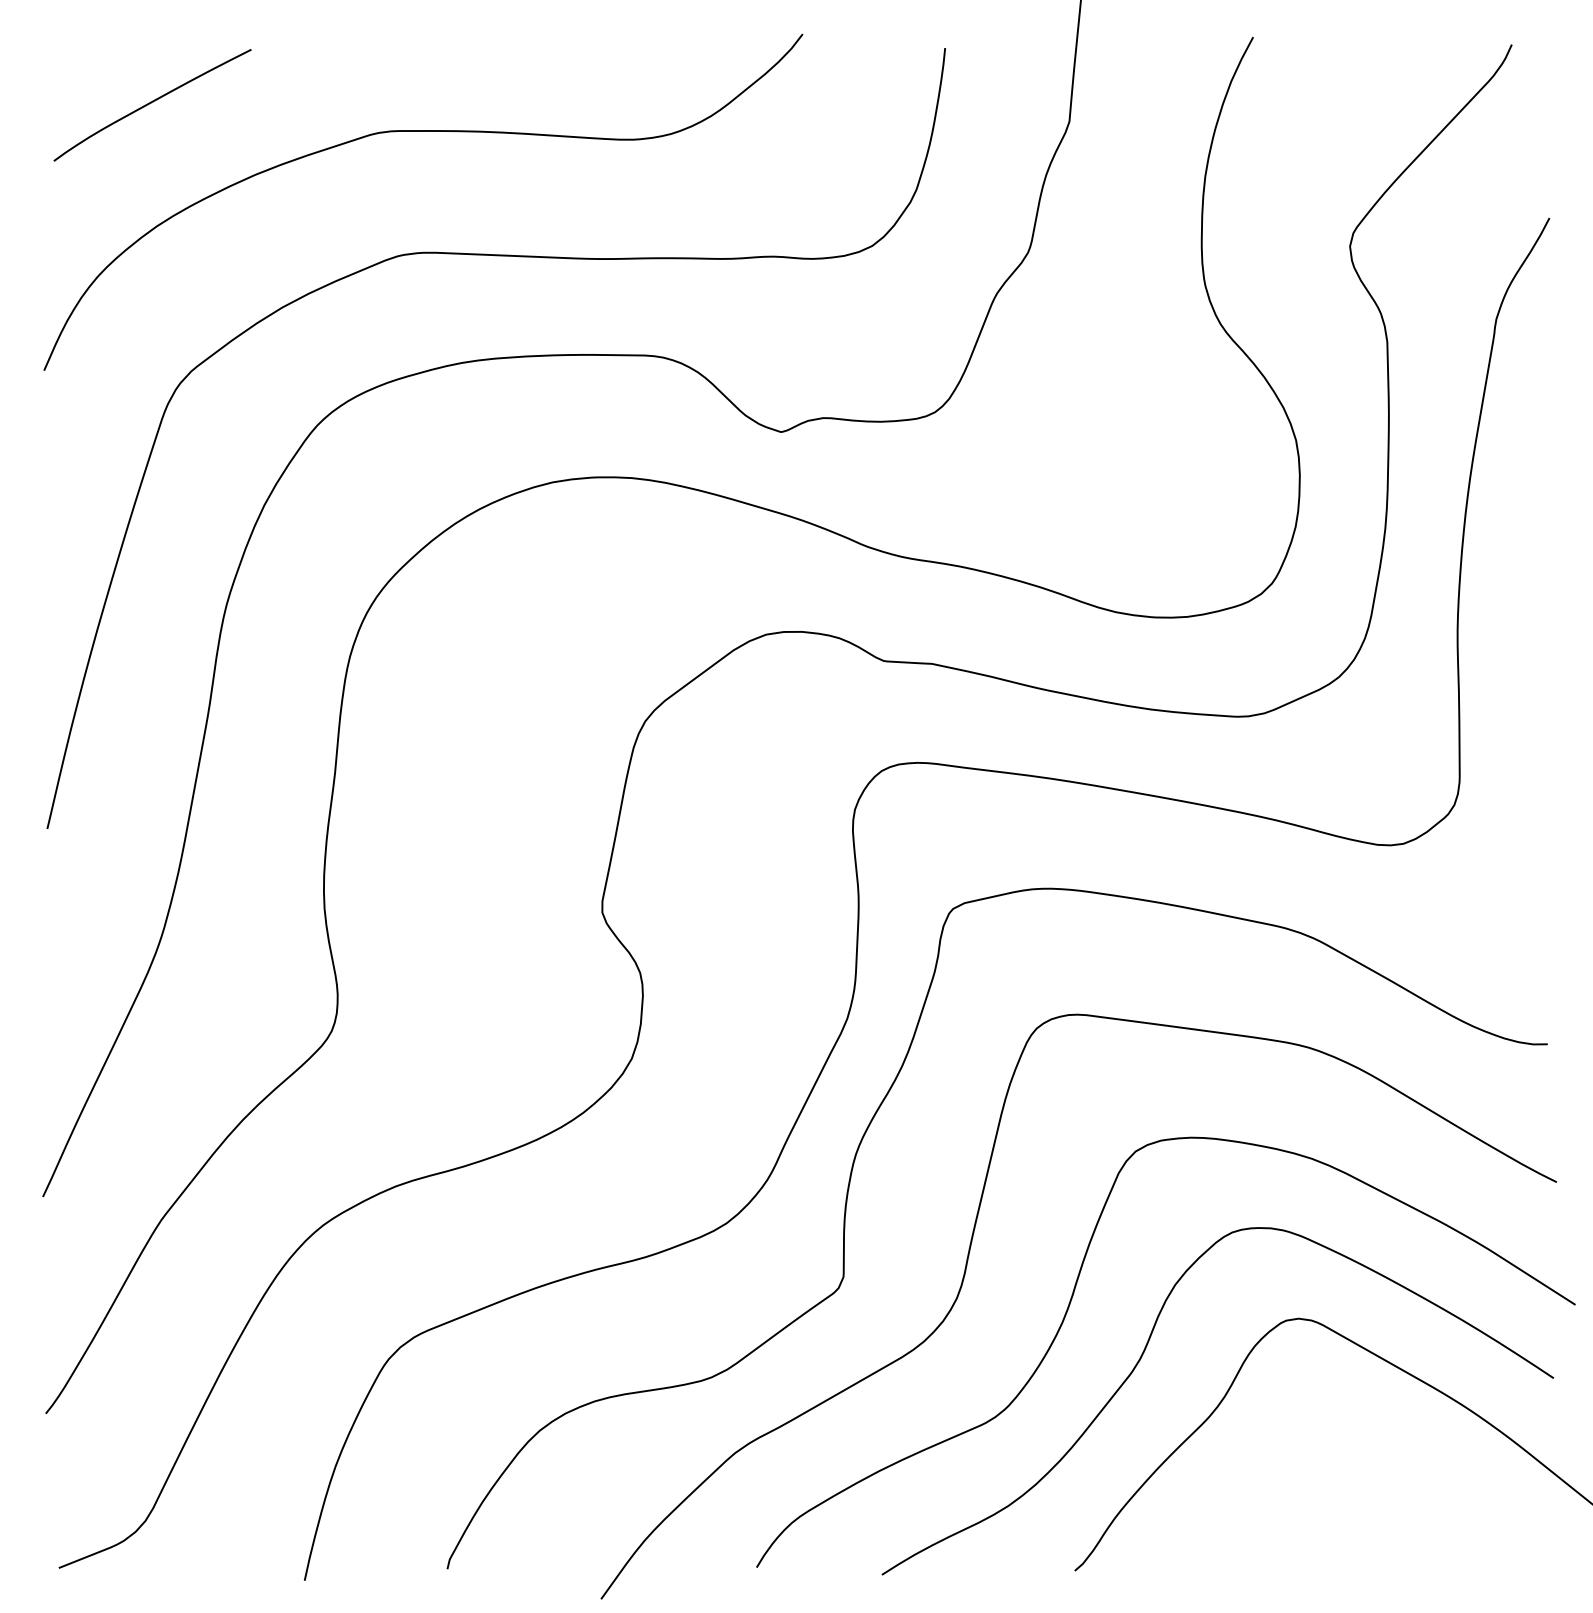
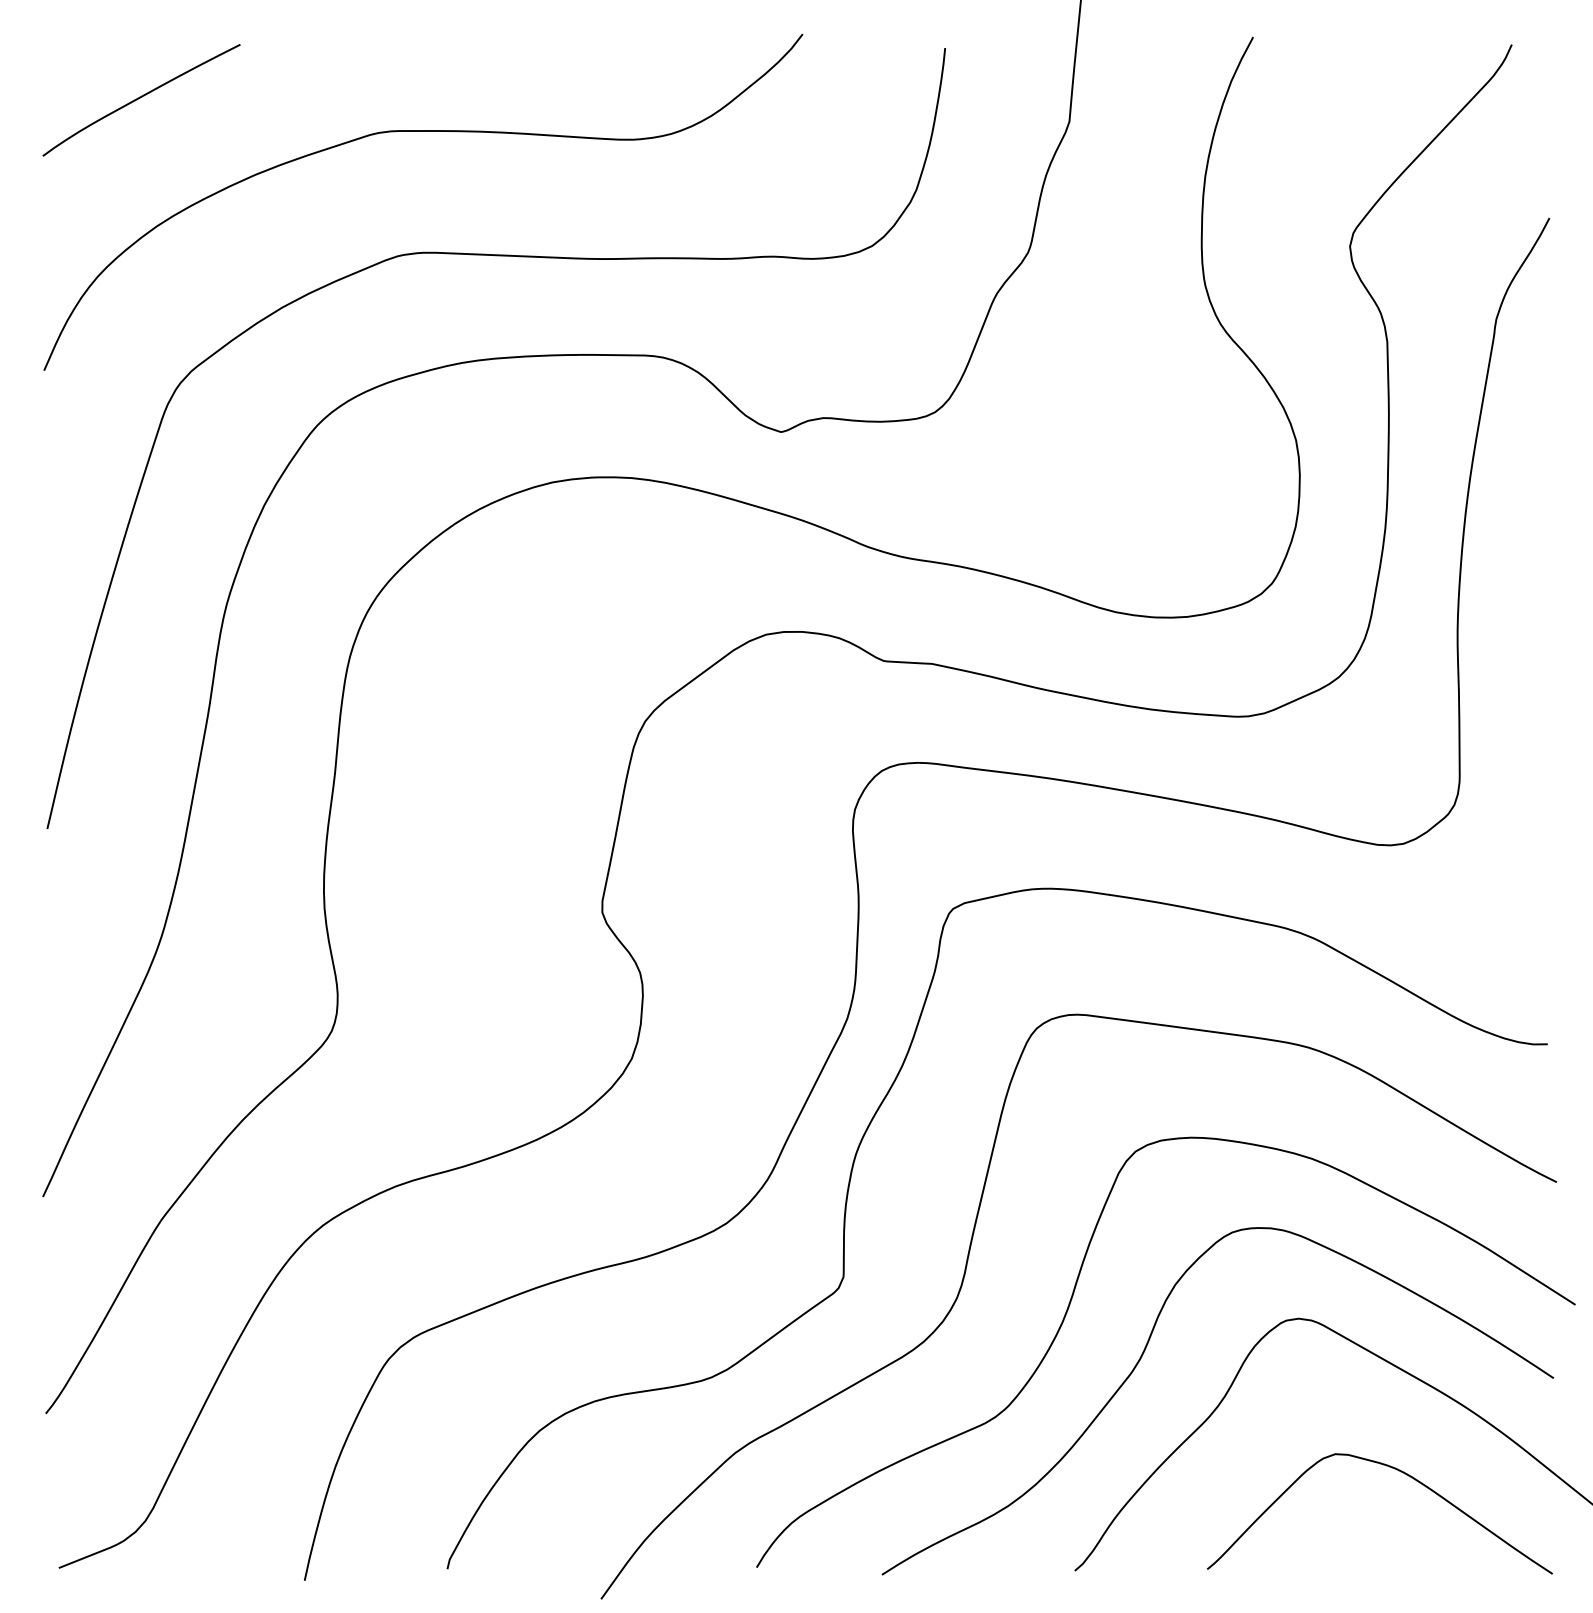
curve at (151, 103) position: (151, 103) -> (140, 98)
curve at (1396, 1470): none -> present
